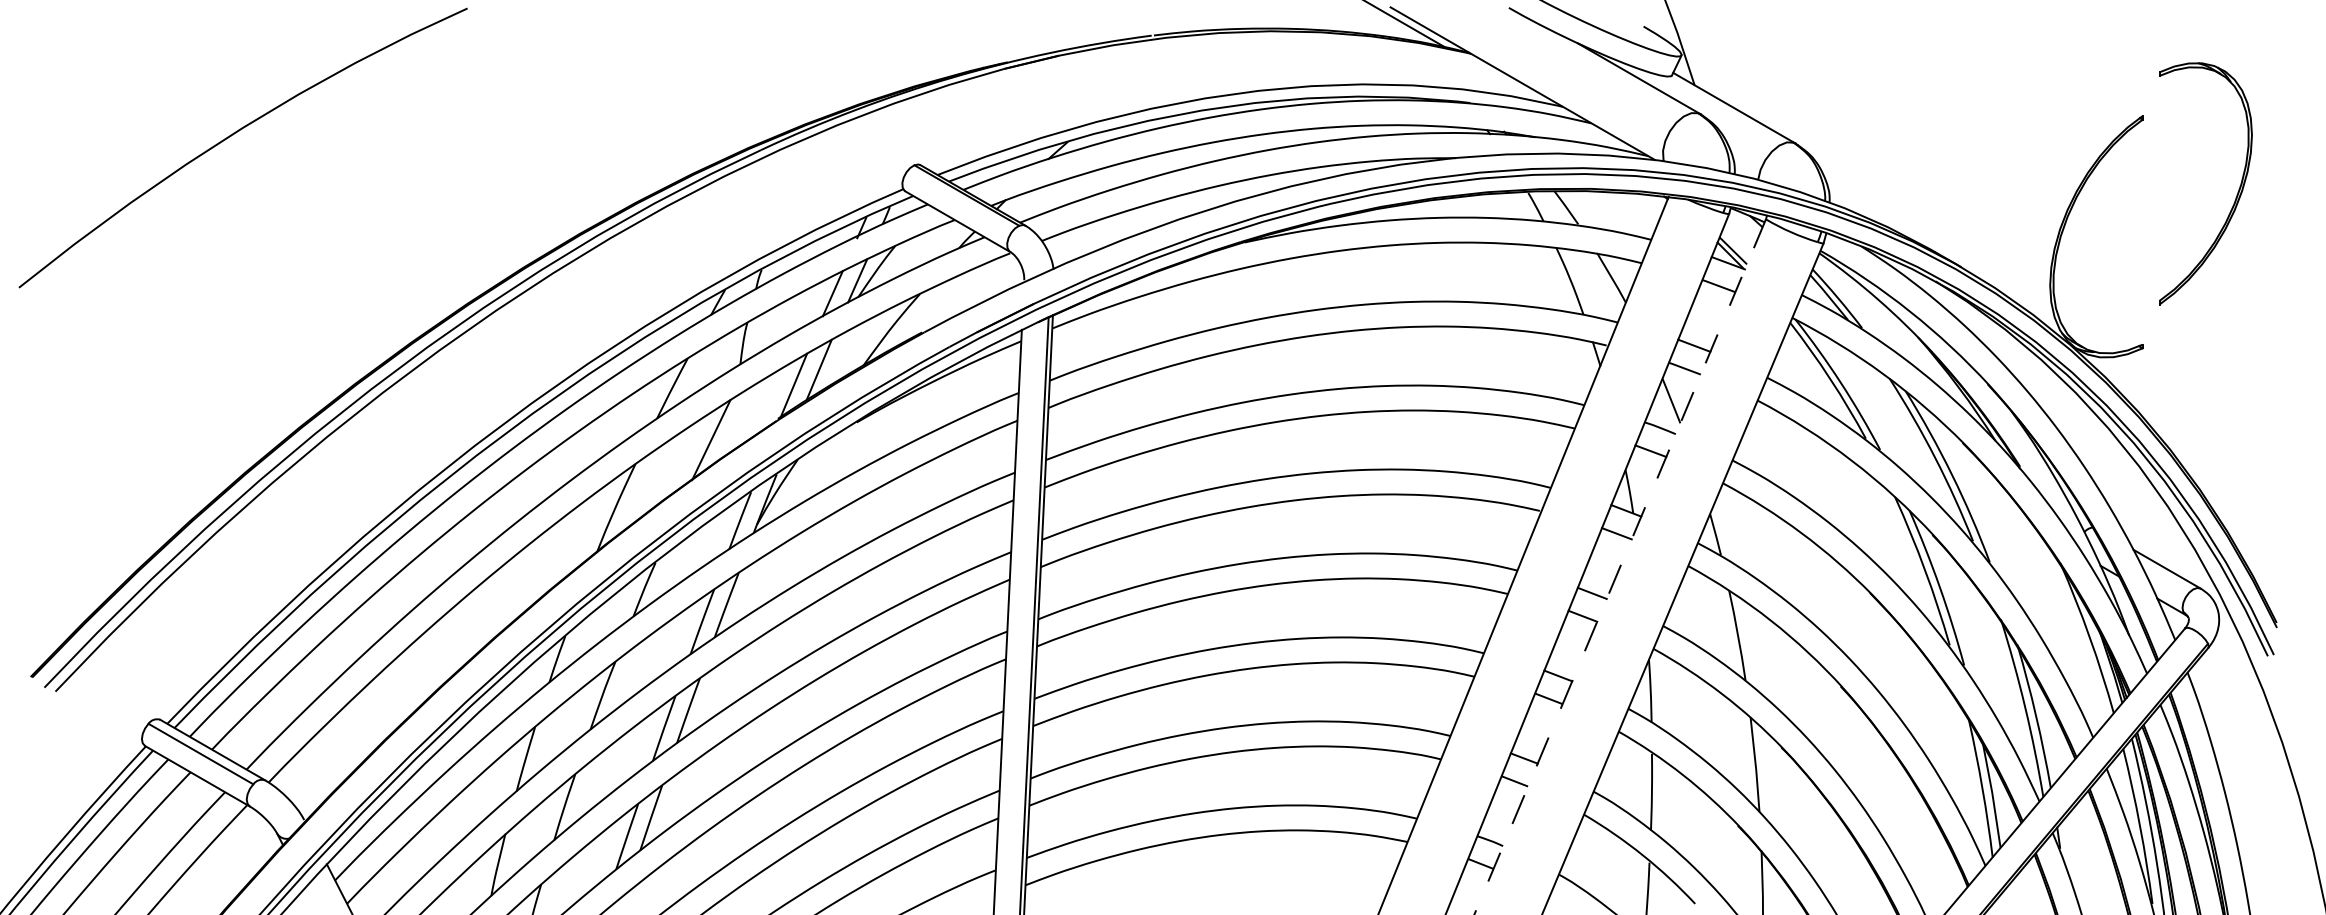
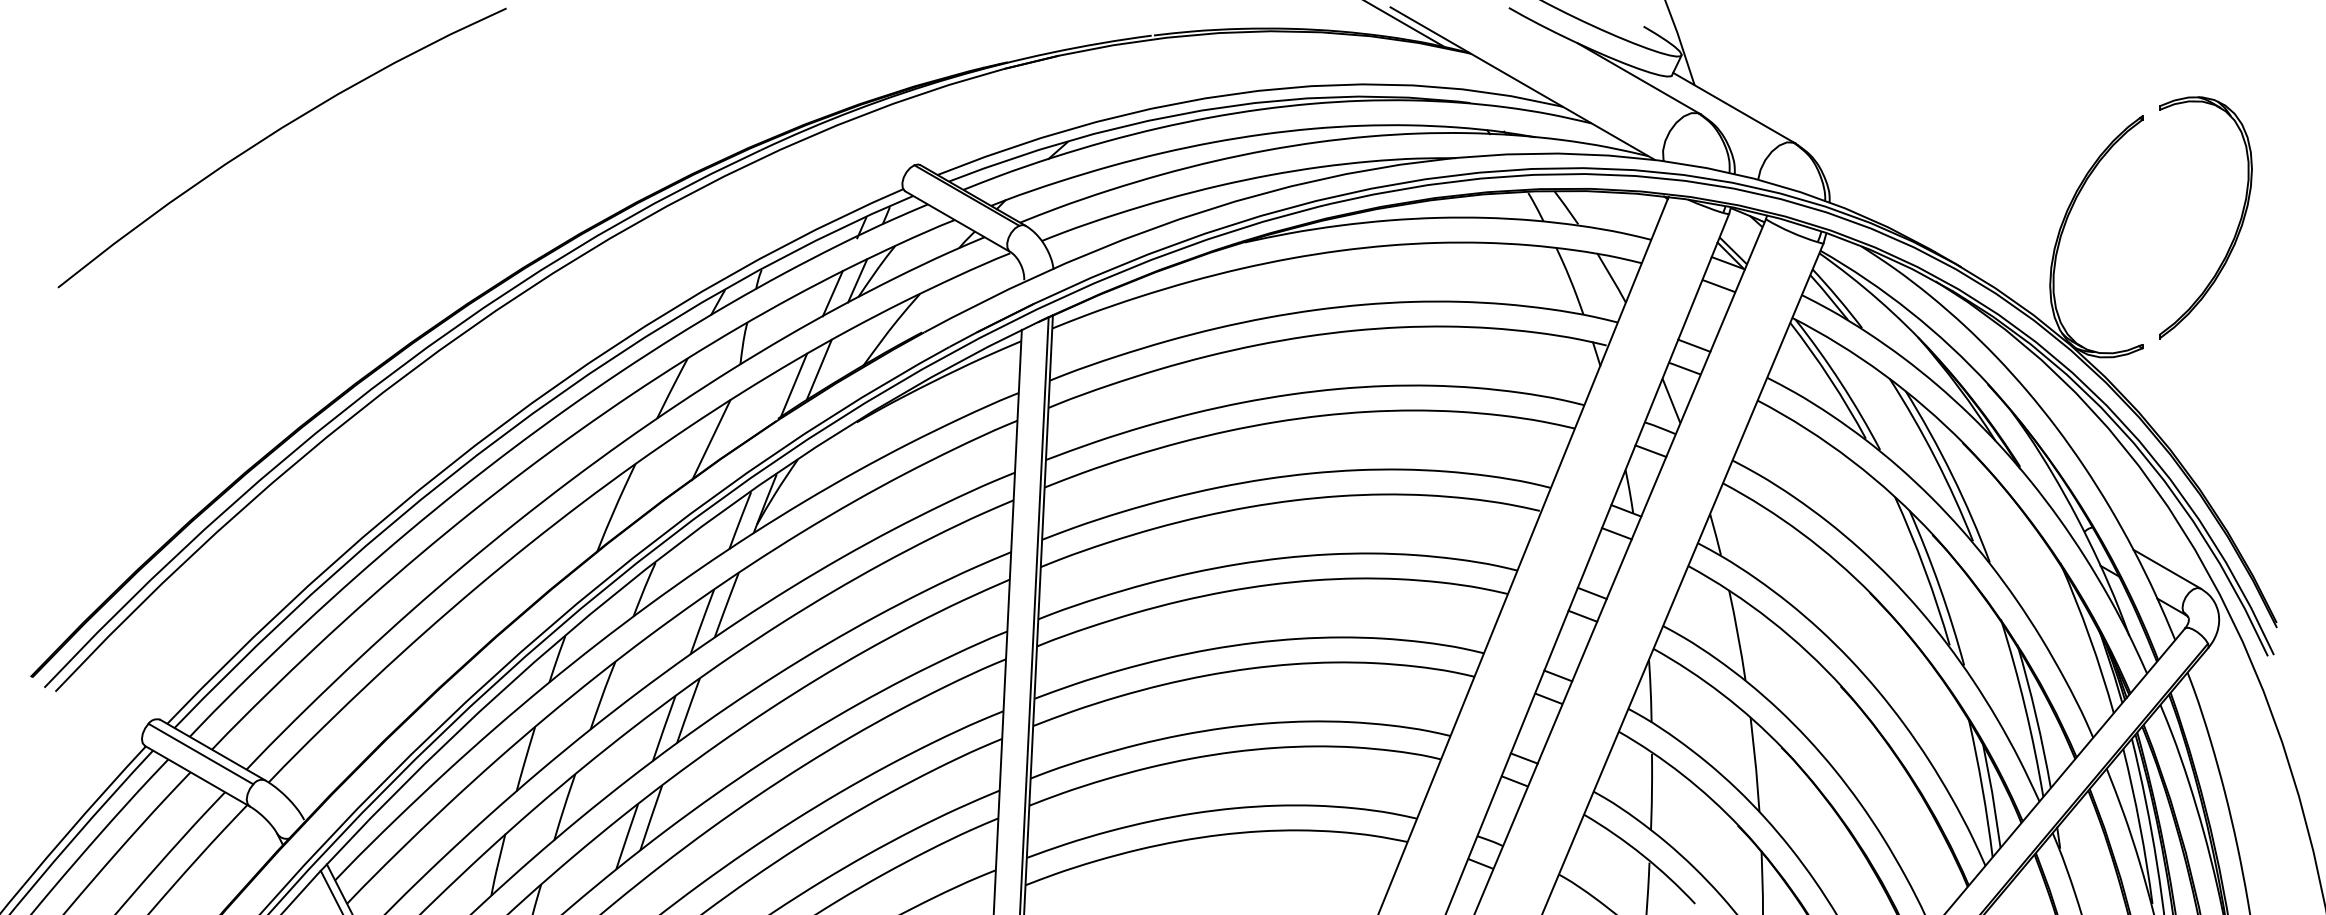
curve at (233, 135) position: (233, 135) -> (272, 135)
part at (2236, 194) position: (2236, 194) -> (2236, 228)
line at (1619, 567): dashed -> solid
line at (330, 890): none -> present
